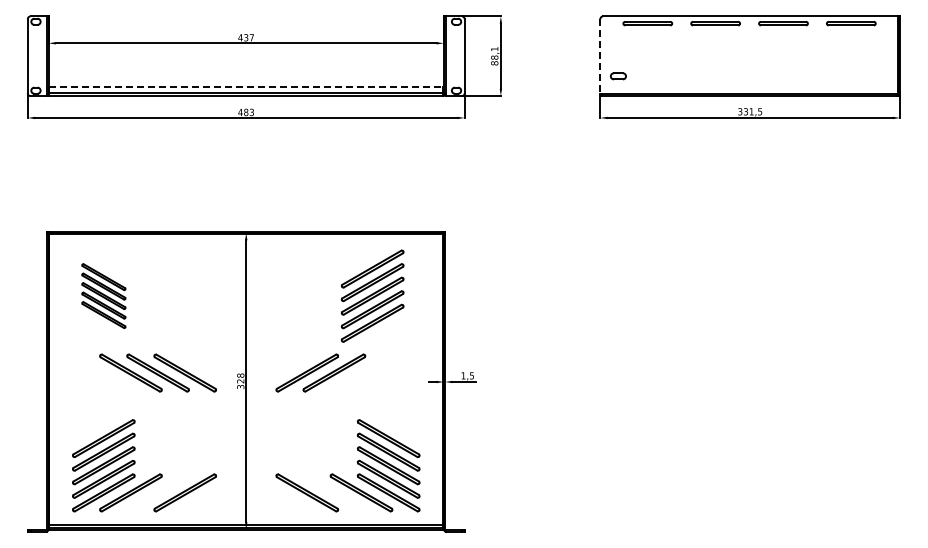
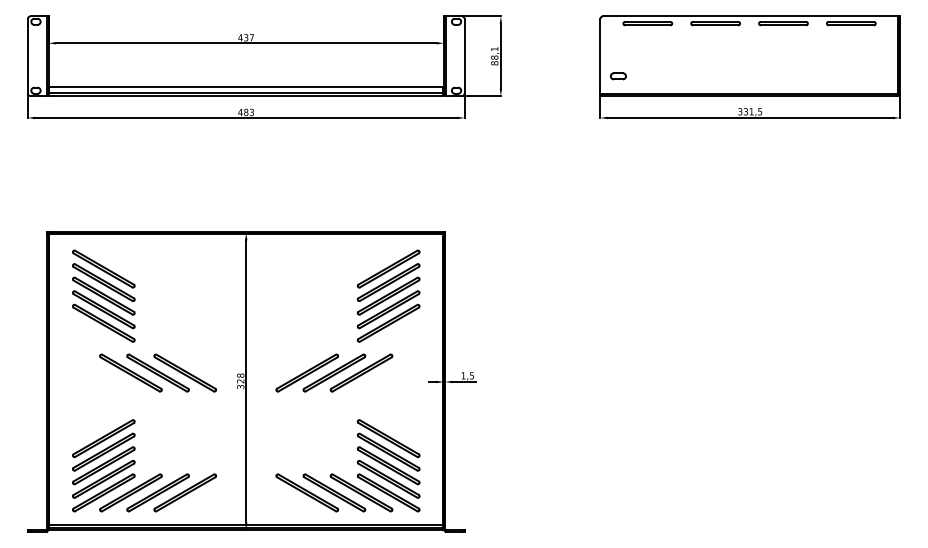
line at (600, 57): dashed -> solid
line at (246, 87): dashed -> solid
part at (372, 295) position: (372, 295) -> (388, 295)
part at (103, 296) size: 46x67 px -> 64x94 px
part at (361, 372): none -> present
part at (157, 492): none -> present
part at (334, 492): none -> present
